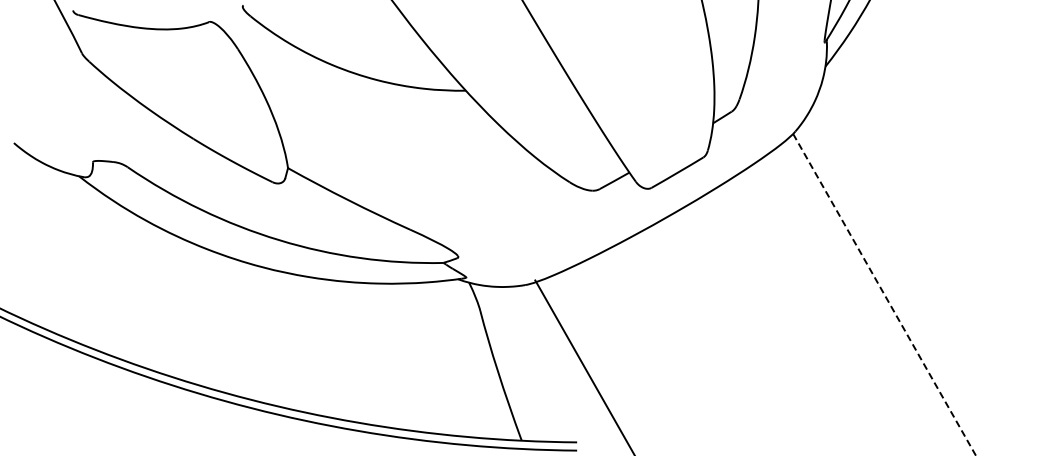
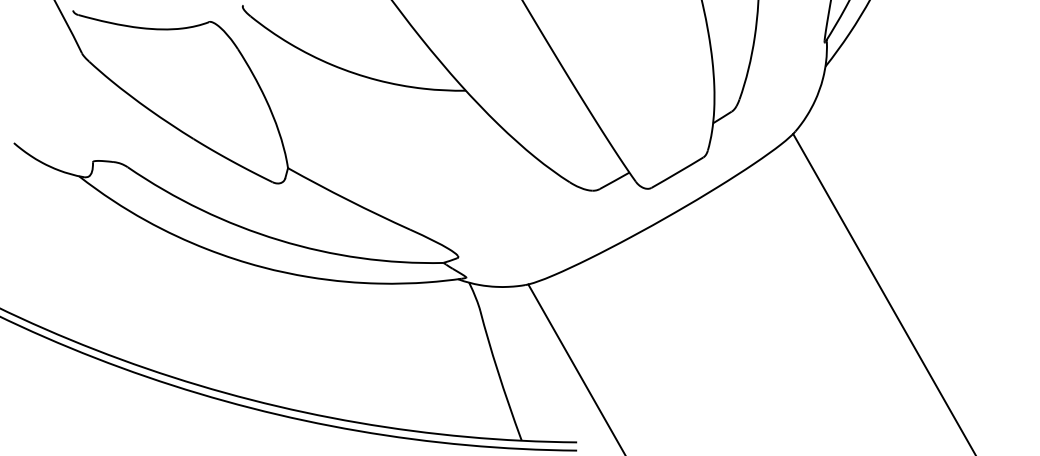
line at (884, 294): dashed -> solid
line at (584, 366) position: (584, 366) -> (575, 368)
